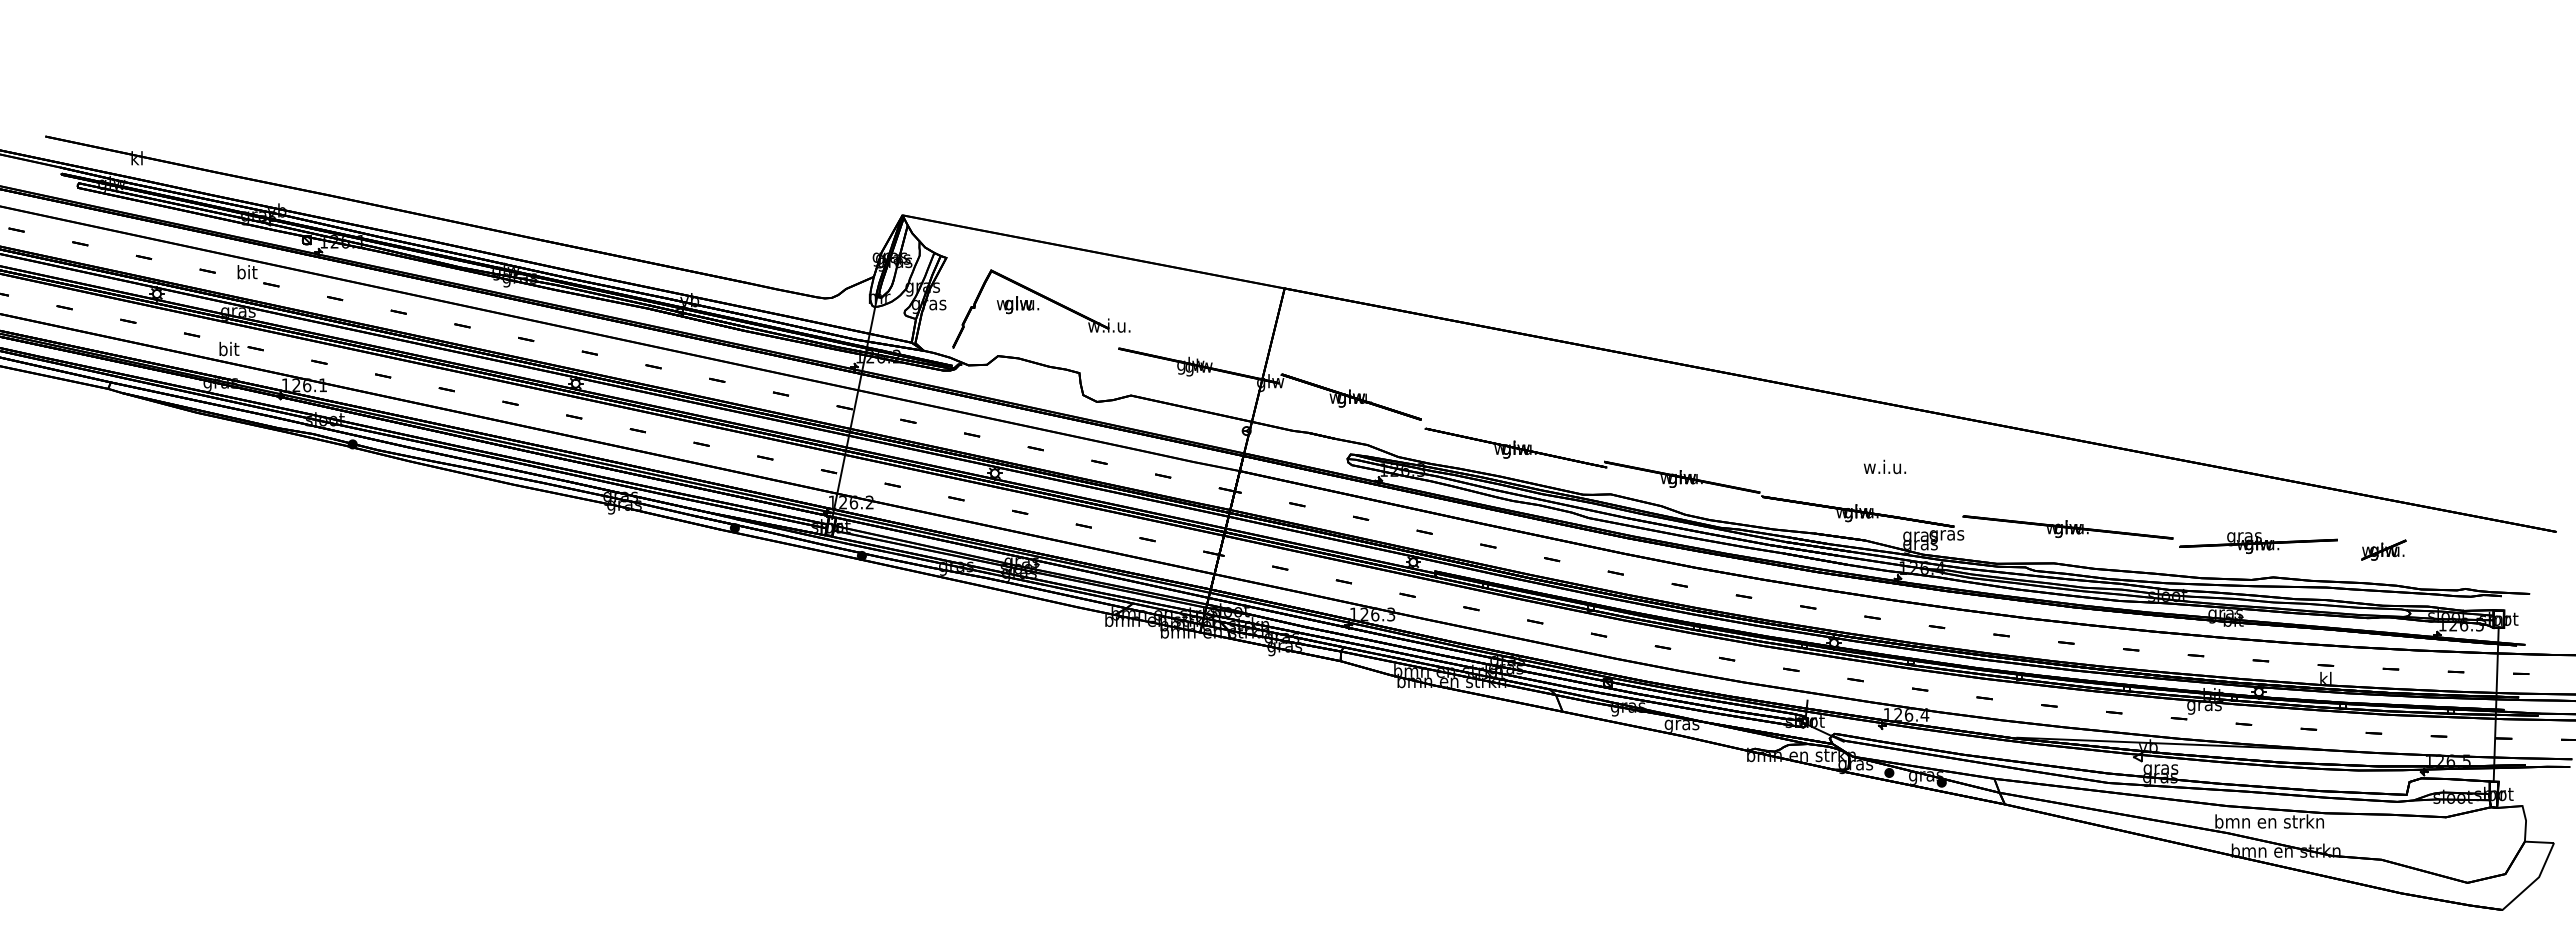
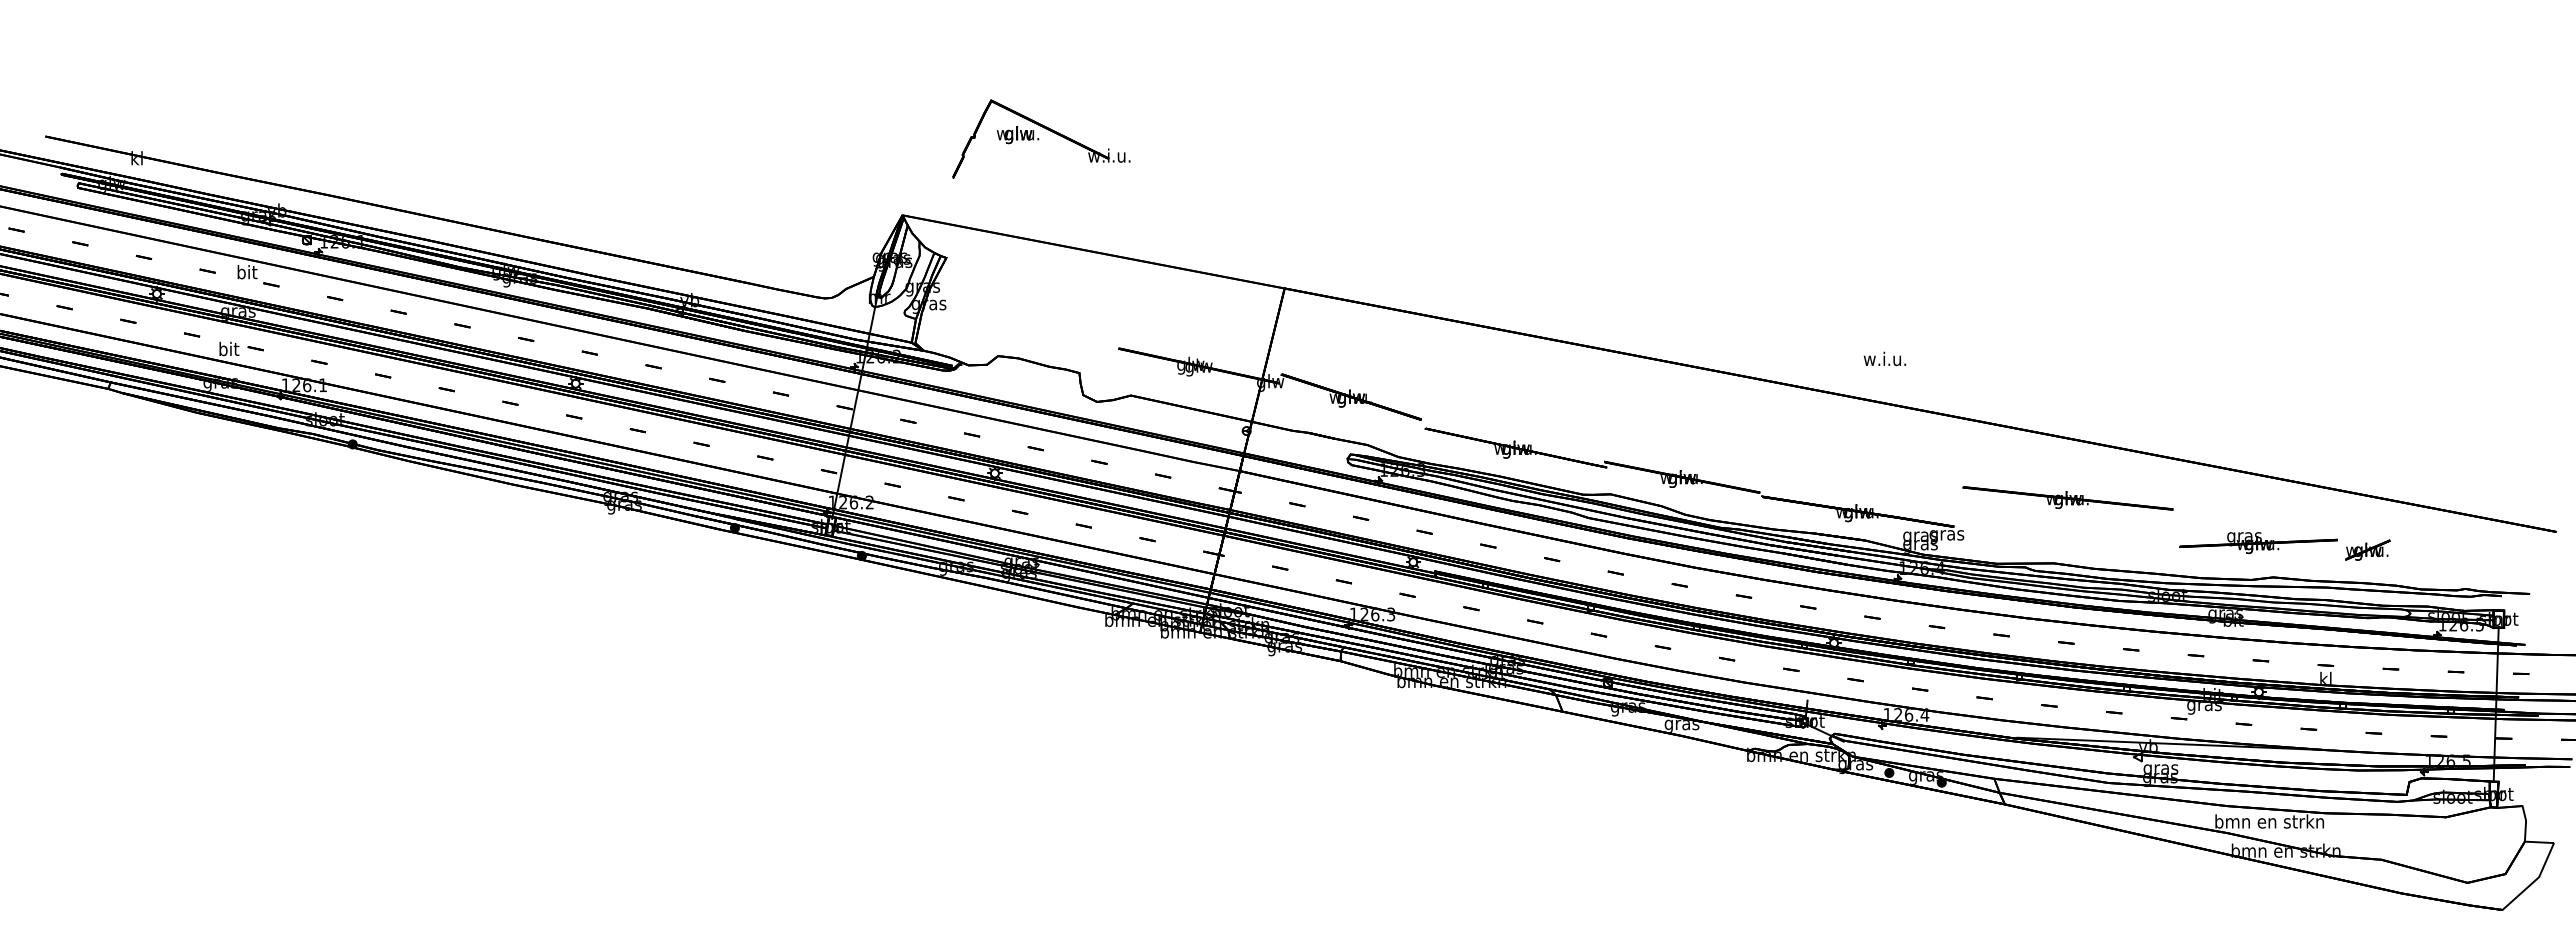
part at (1041, 308) position: (1041, 308) -> (1041, 138)
text at (1884, 466) position: (1884, 466) -> (1884, 358)
part at (2067, 527) position: (2067, 527) -> (2067, 498)
part at (2383, 549) position: (2383, 549) -> (2367, 549)
